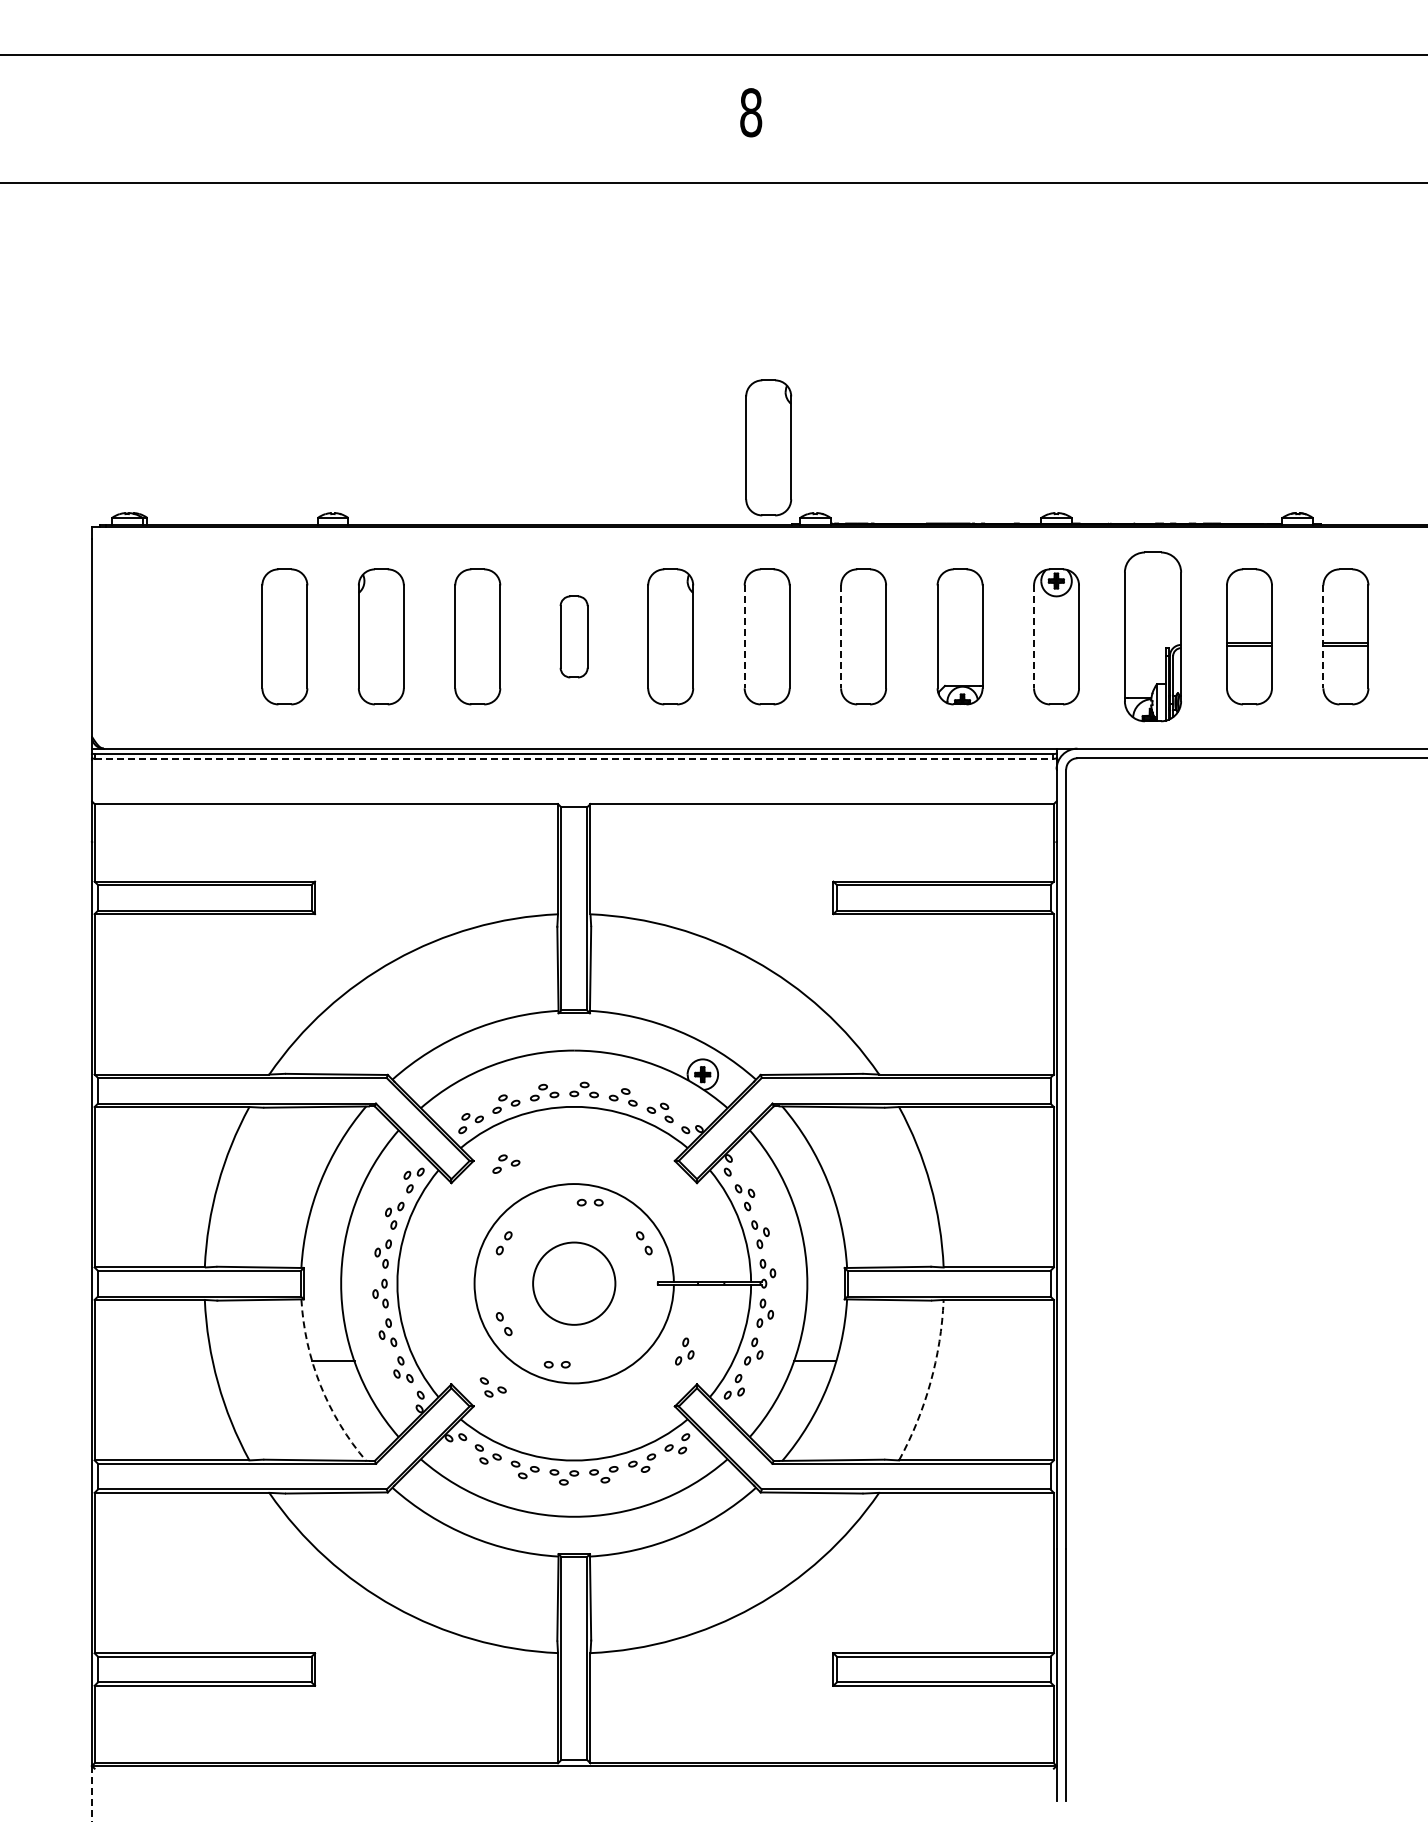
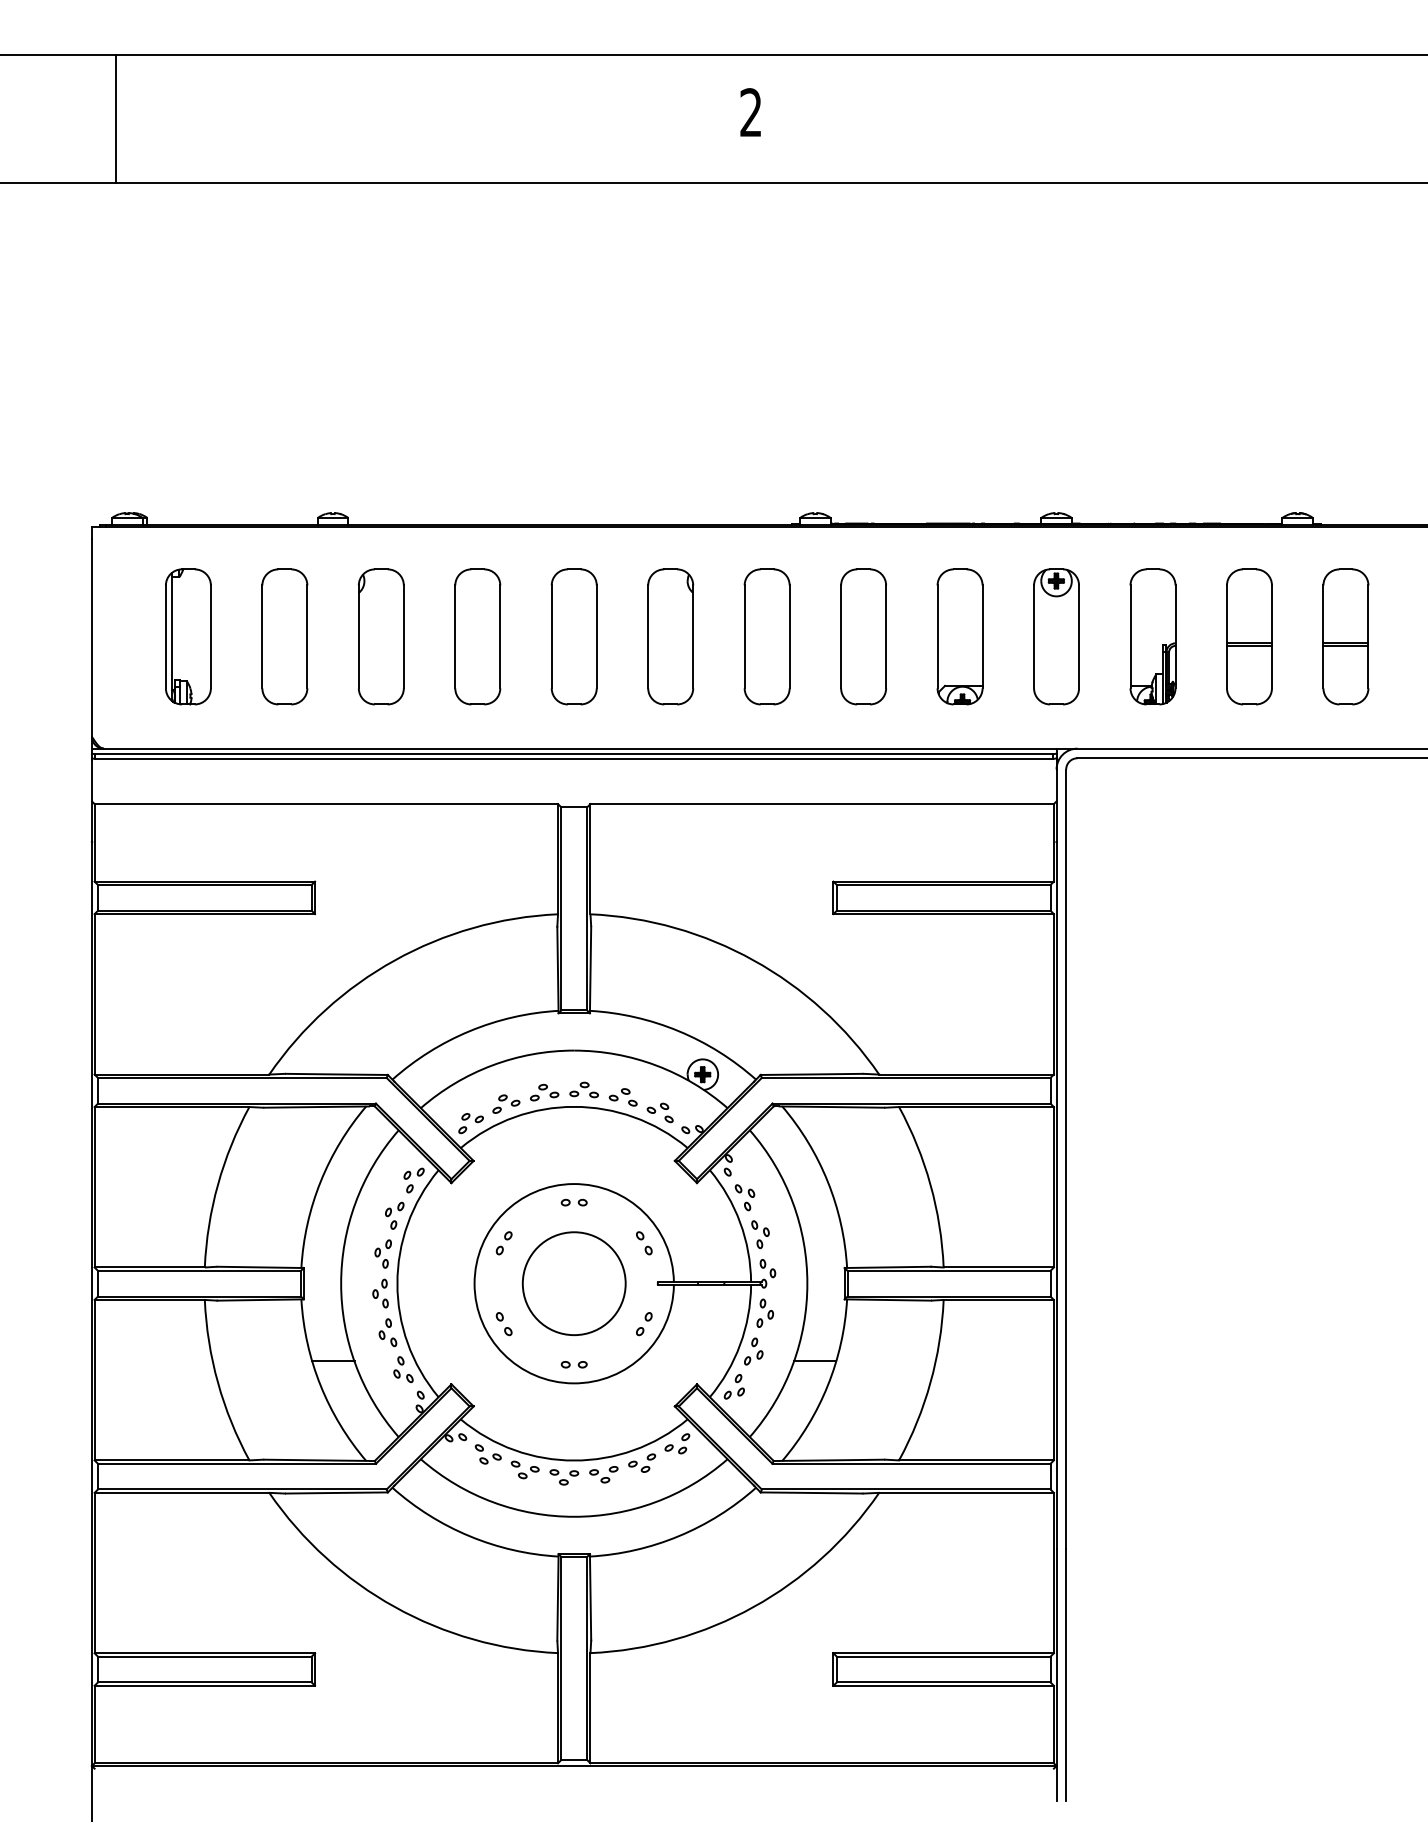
text at (751, 112): 8 -> 2
line at (115, 118): none -> present
part at (768, 447): present -> none
part at (188, 636): none -> present
part at (573, 636) size: 30x84 px -> 48x138 px
part at (1152, 636) size: 58x172 px -> 48x138 px
line at (744, 637): dashed -> solid
line at (841, 637): dashed -> solid
line at (1034, 637): dashed -> solid
line at (1323, 637): dashed -> solid
line at (574, 758): dashed -> solid
part at (506, 1163): present -> none
part at (589, 1202) position: (589, 1202) -> (573, 1202)
circle at (574, 1283) diameter: 82 px -> 103 px
part at (644, 1324): none -> present
part at (684, 1351): present -> none
part at (556, 1364) position: (556, 1364) -> (573, 1364)
arc at (930, 1382): dashed -> solid
arc at (320, 1385): dashed -> solid
part at (492, 1387): present -> none
line at (91, 1794): dashed -> solid
